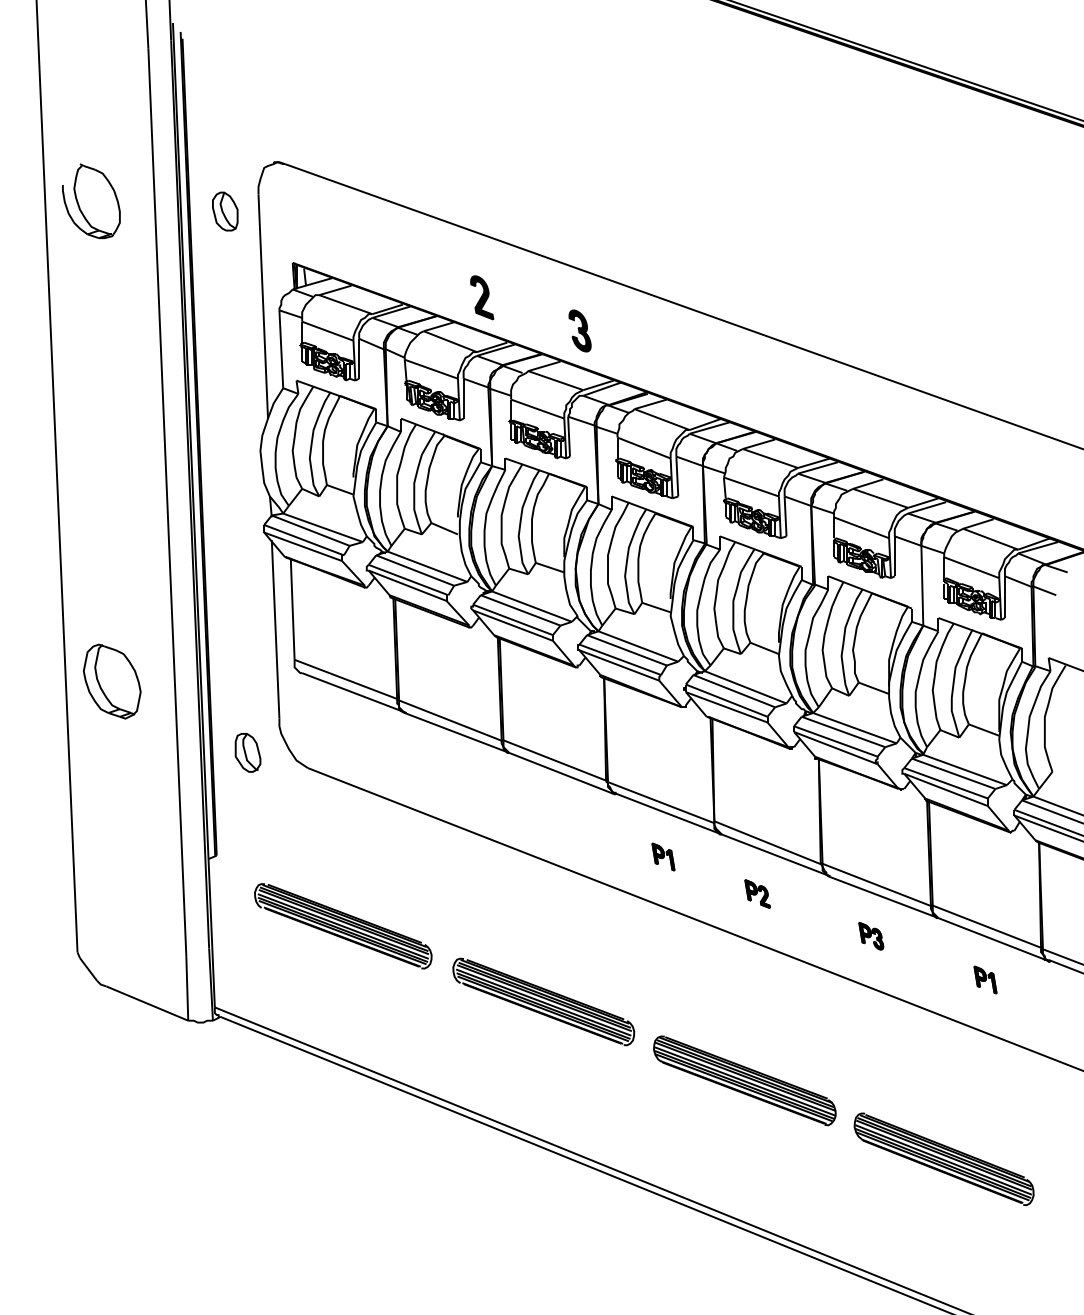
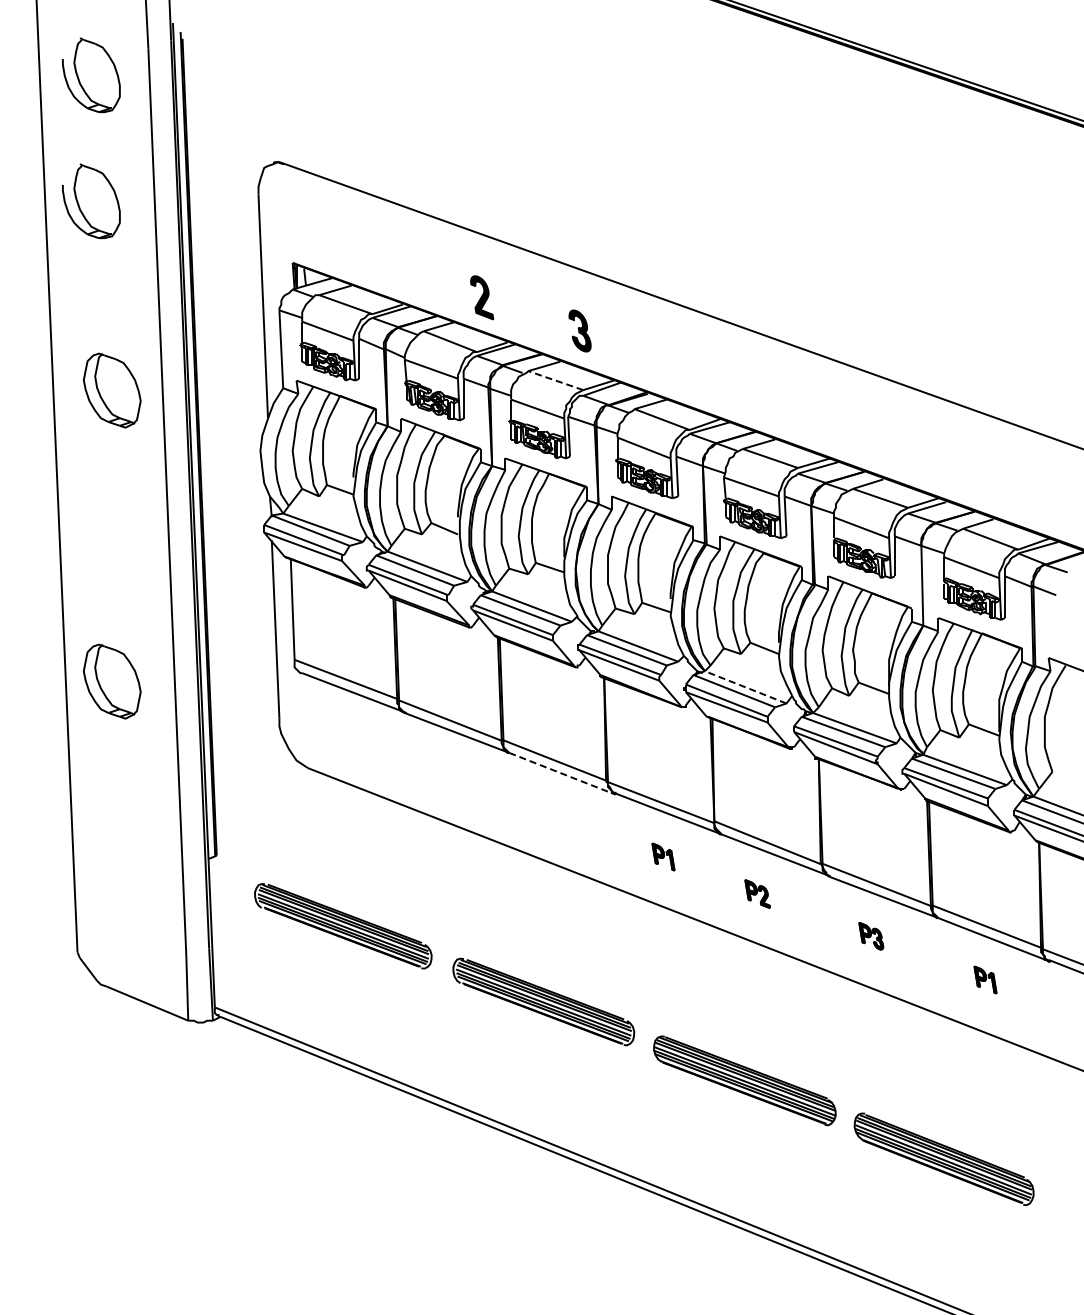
part at (91, 75): none -> present
part at (225, 211): present -> none
line at (555, 380): solid -> dashed
part at (111, 390): none -> present
line at (745, 687): solid -> dashed
part at (247, 752): present -> none
line at (562, 773): solid -> dashed
